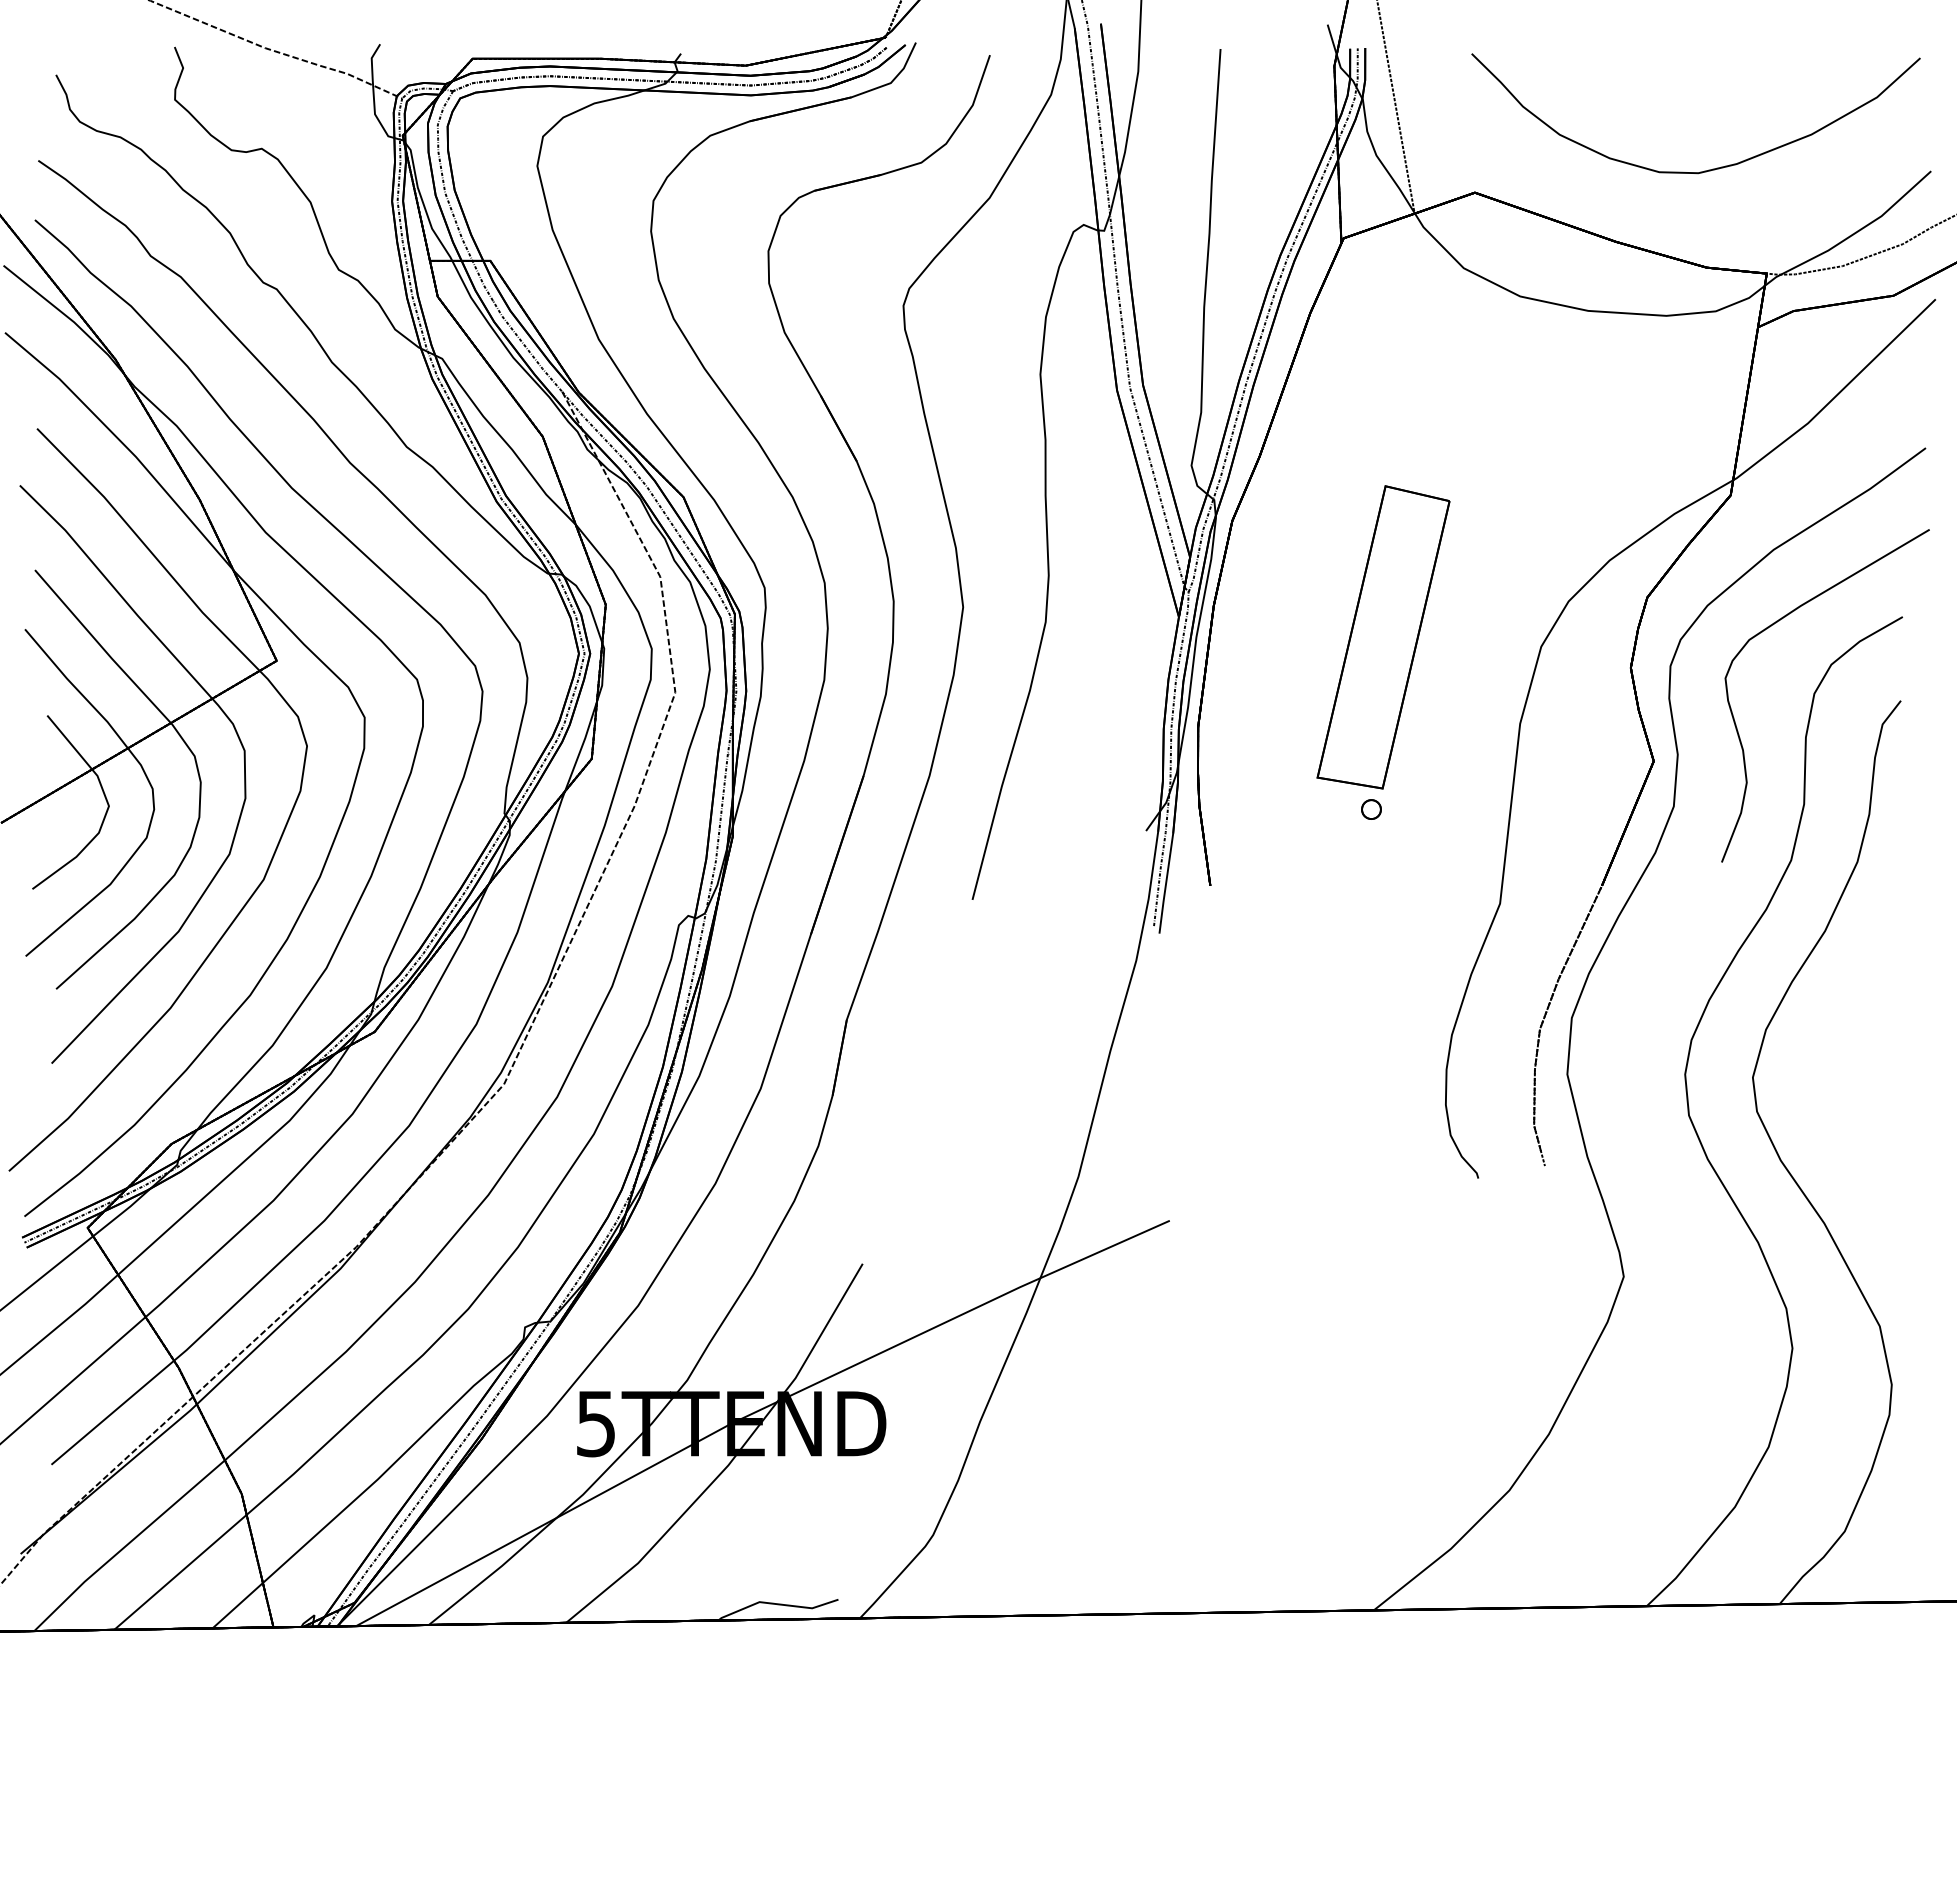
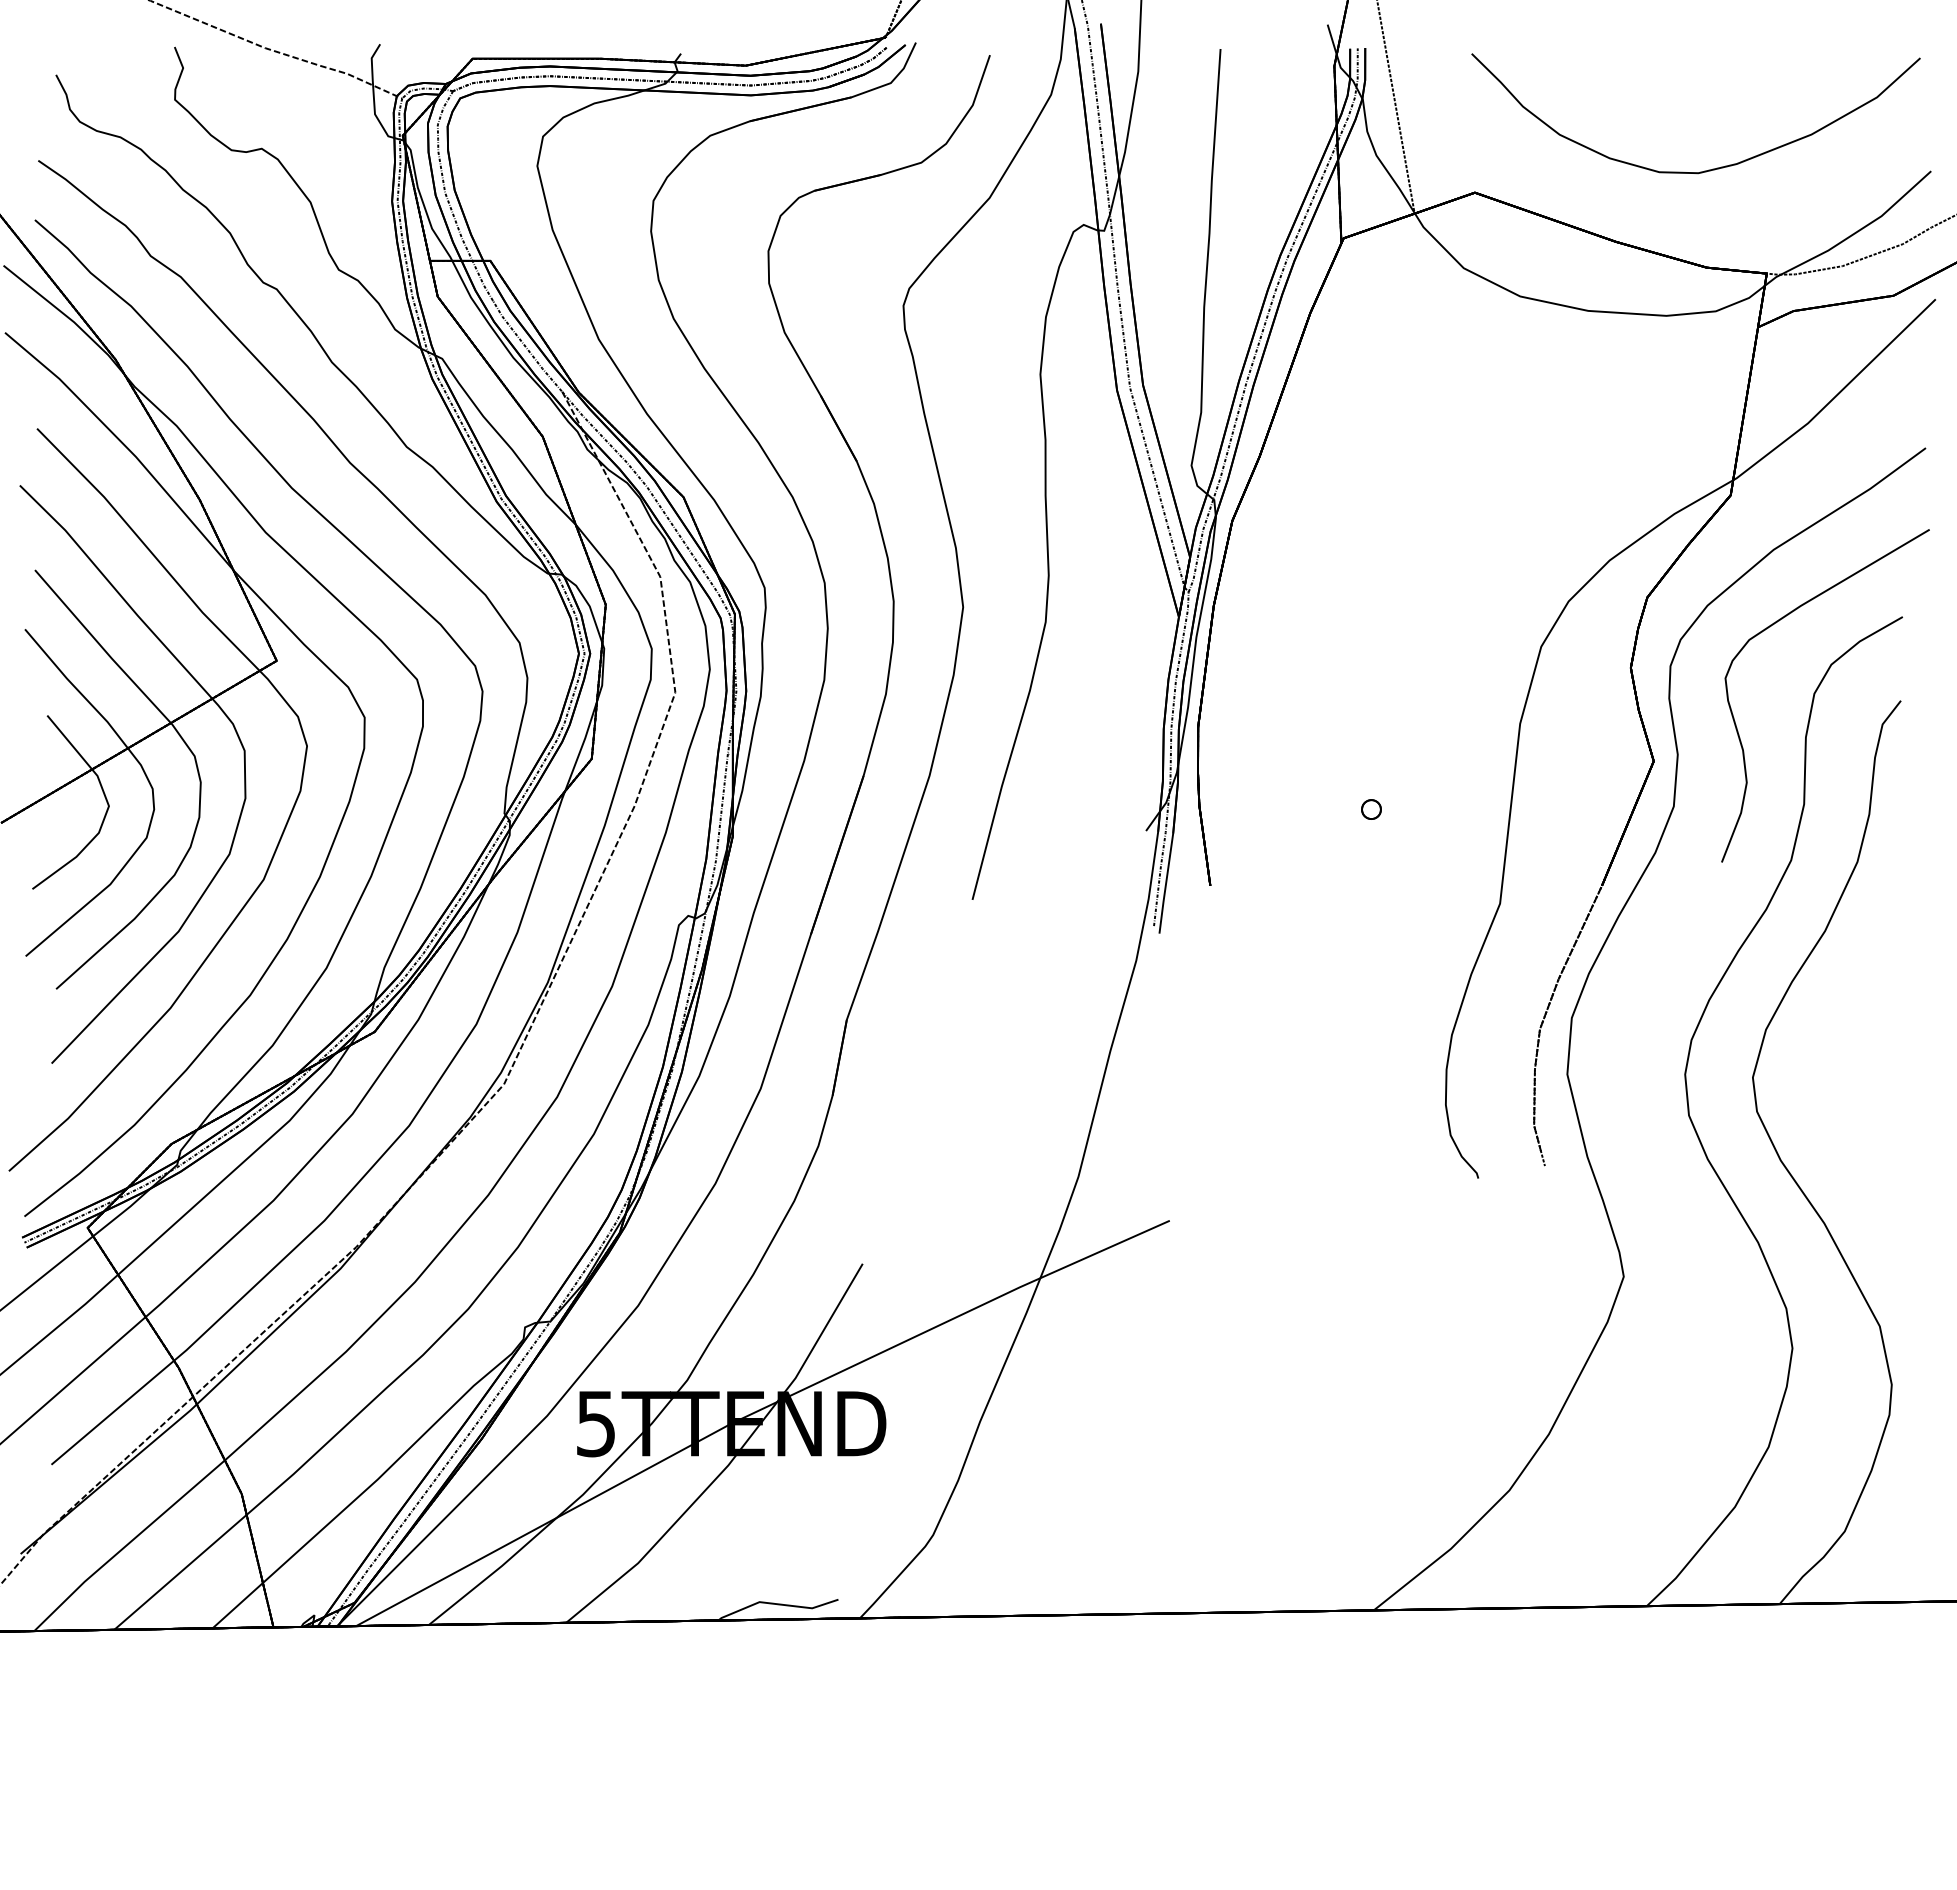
part at (1383, 637): present -> none
